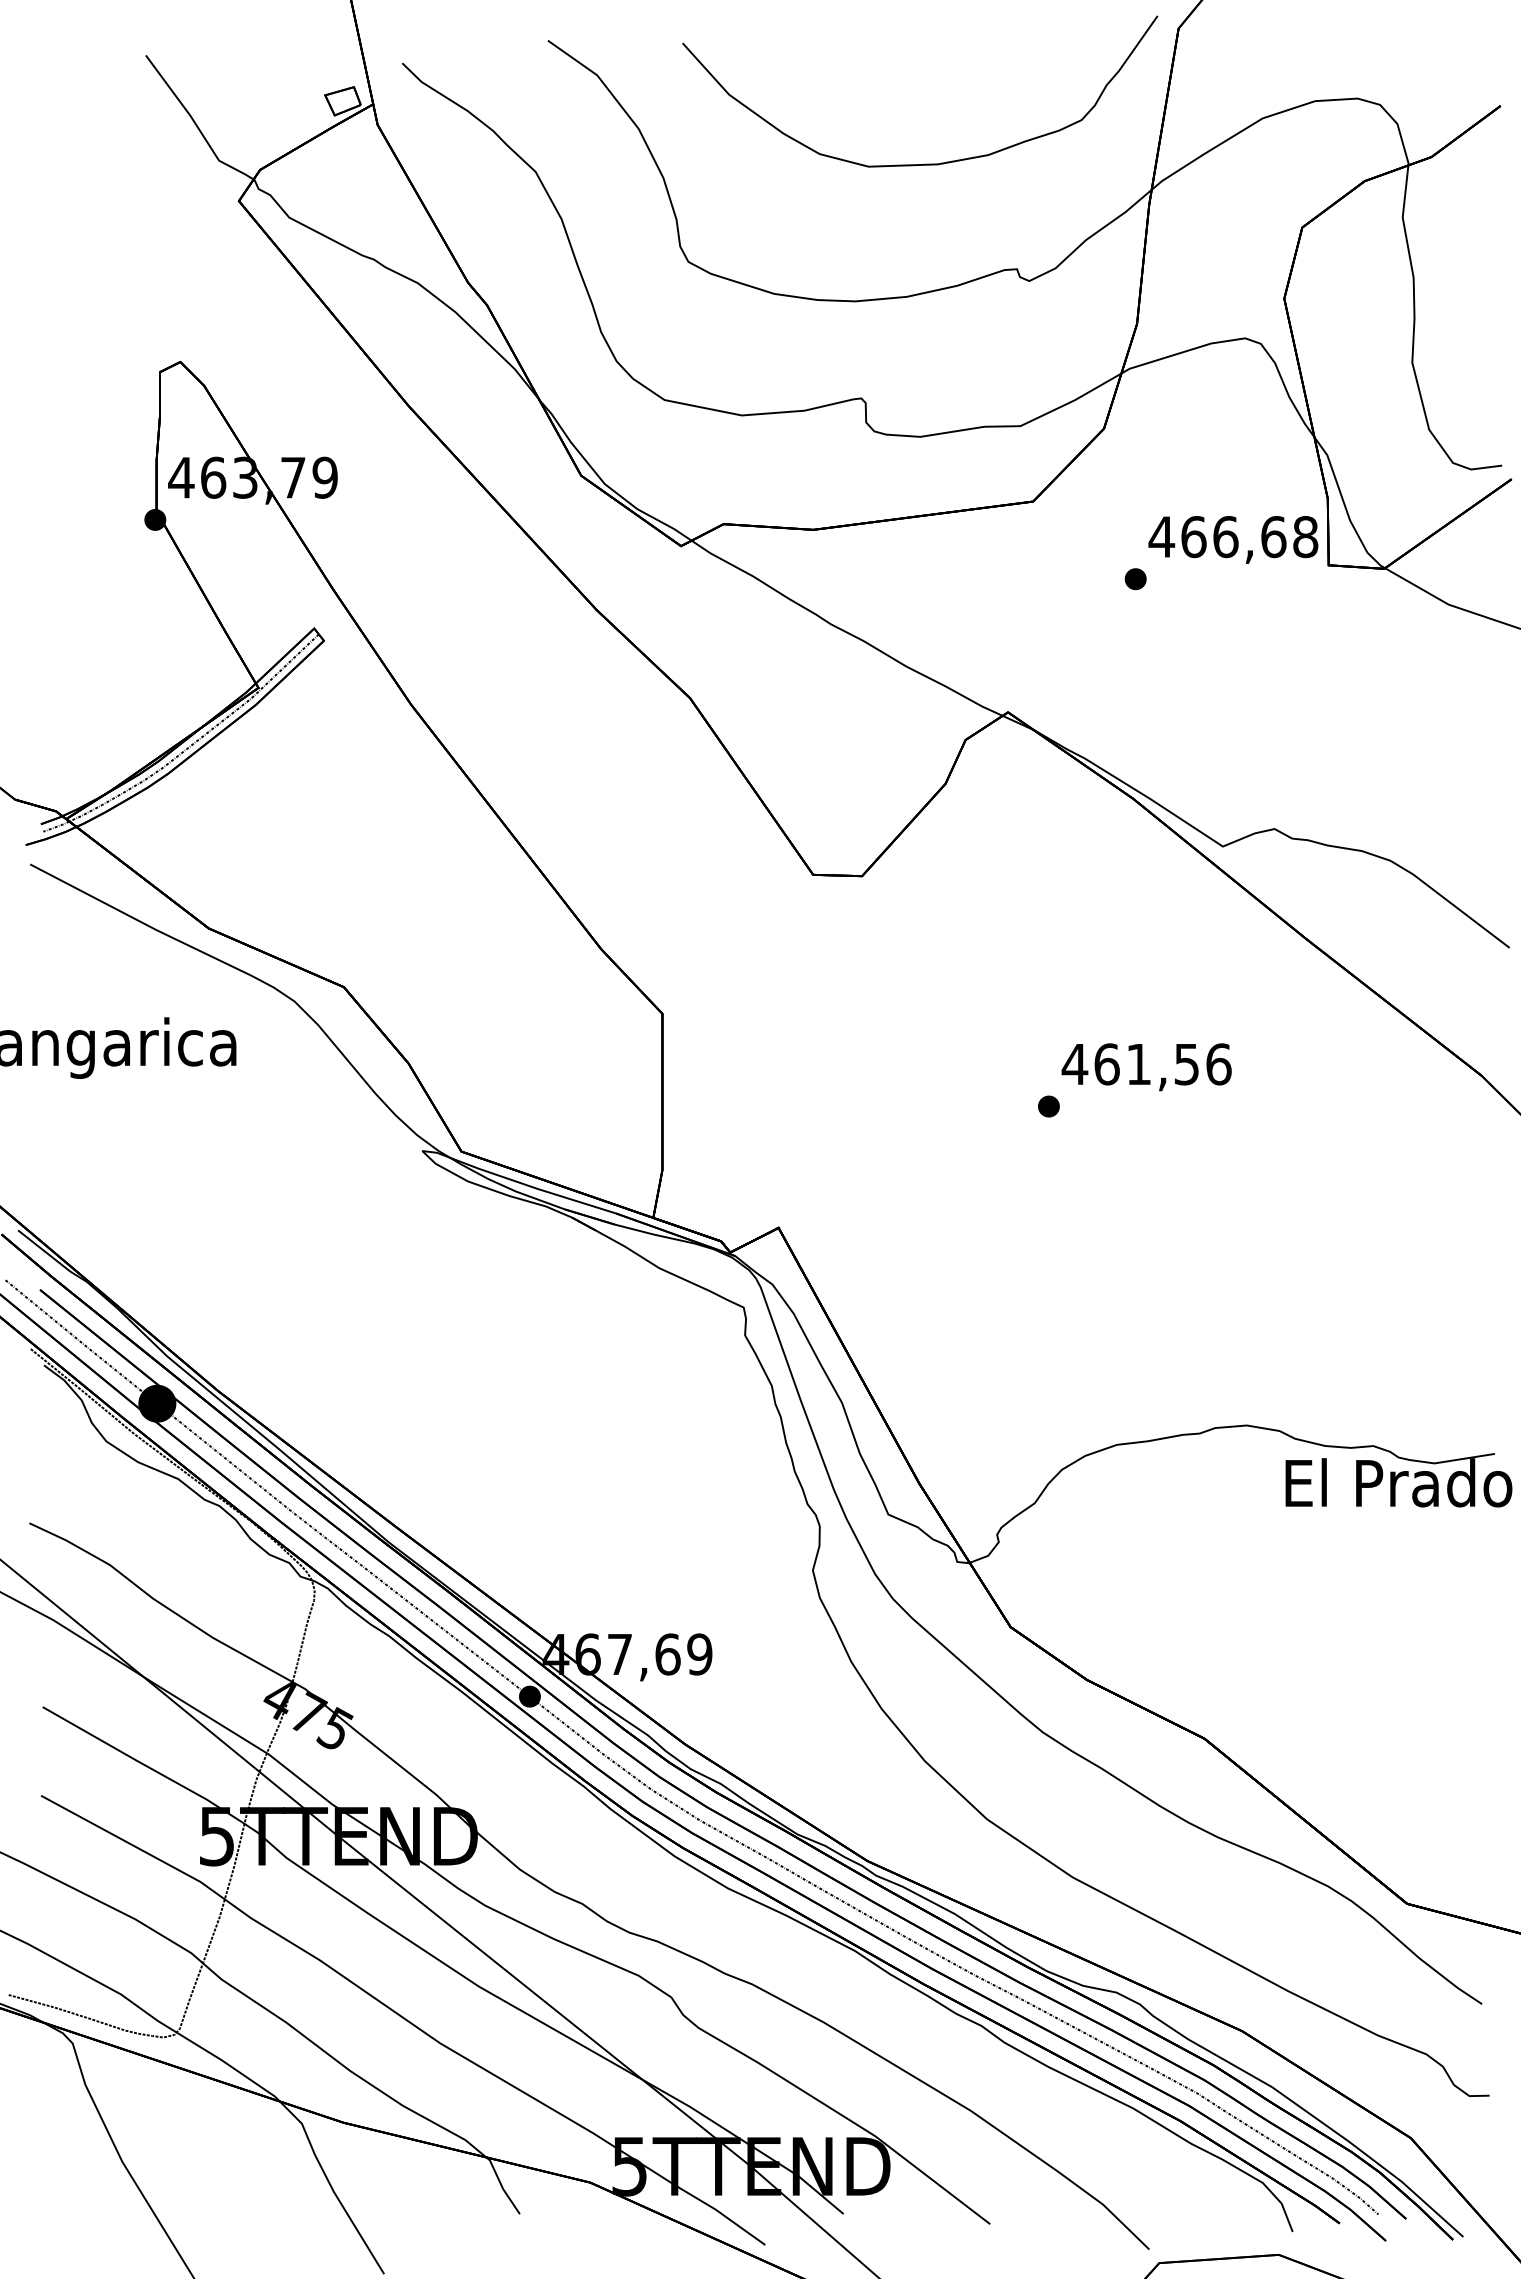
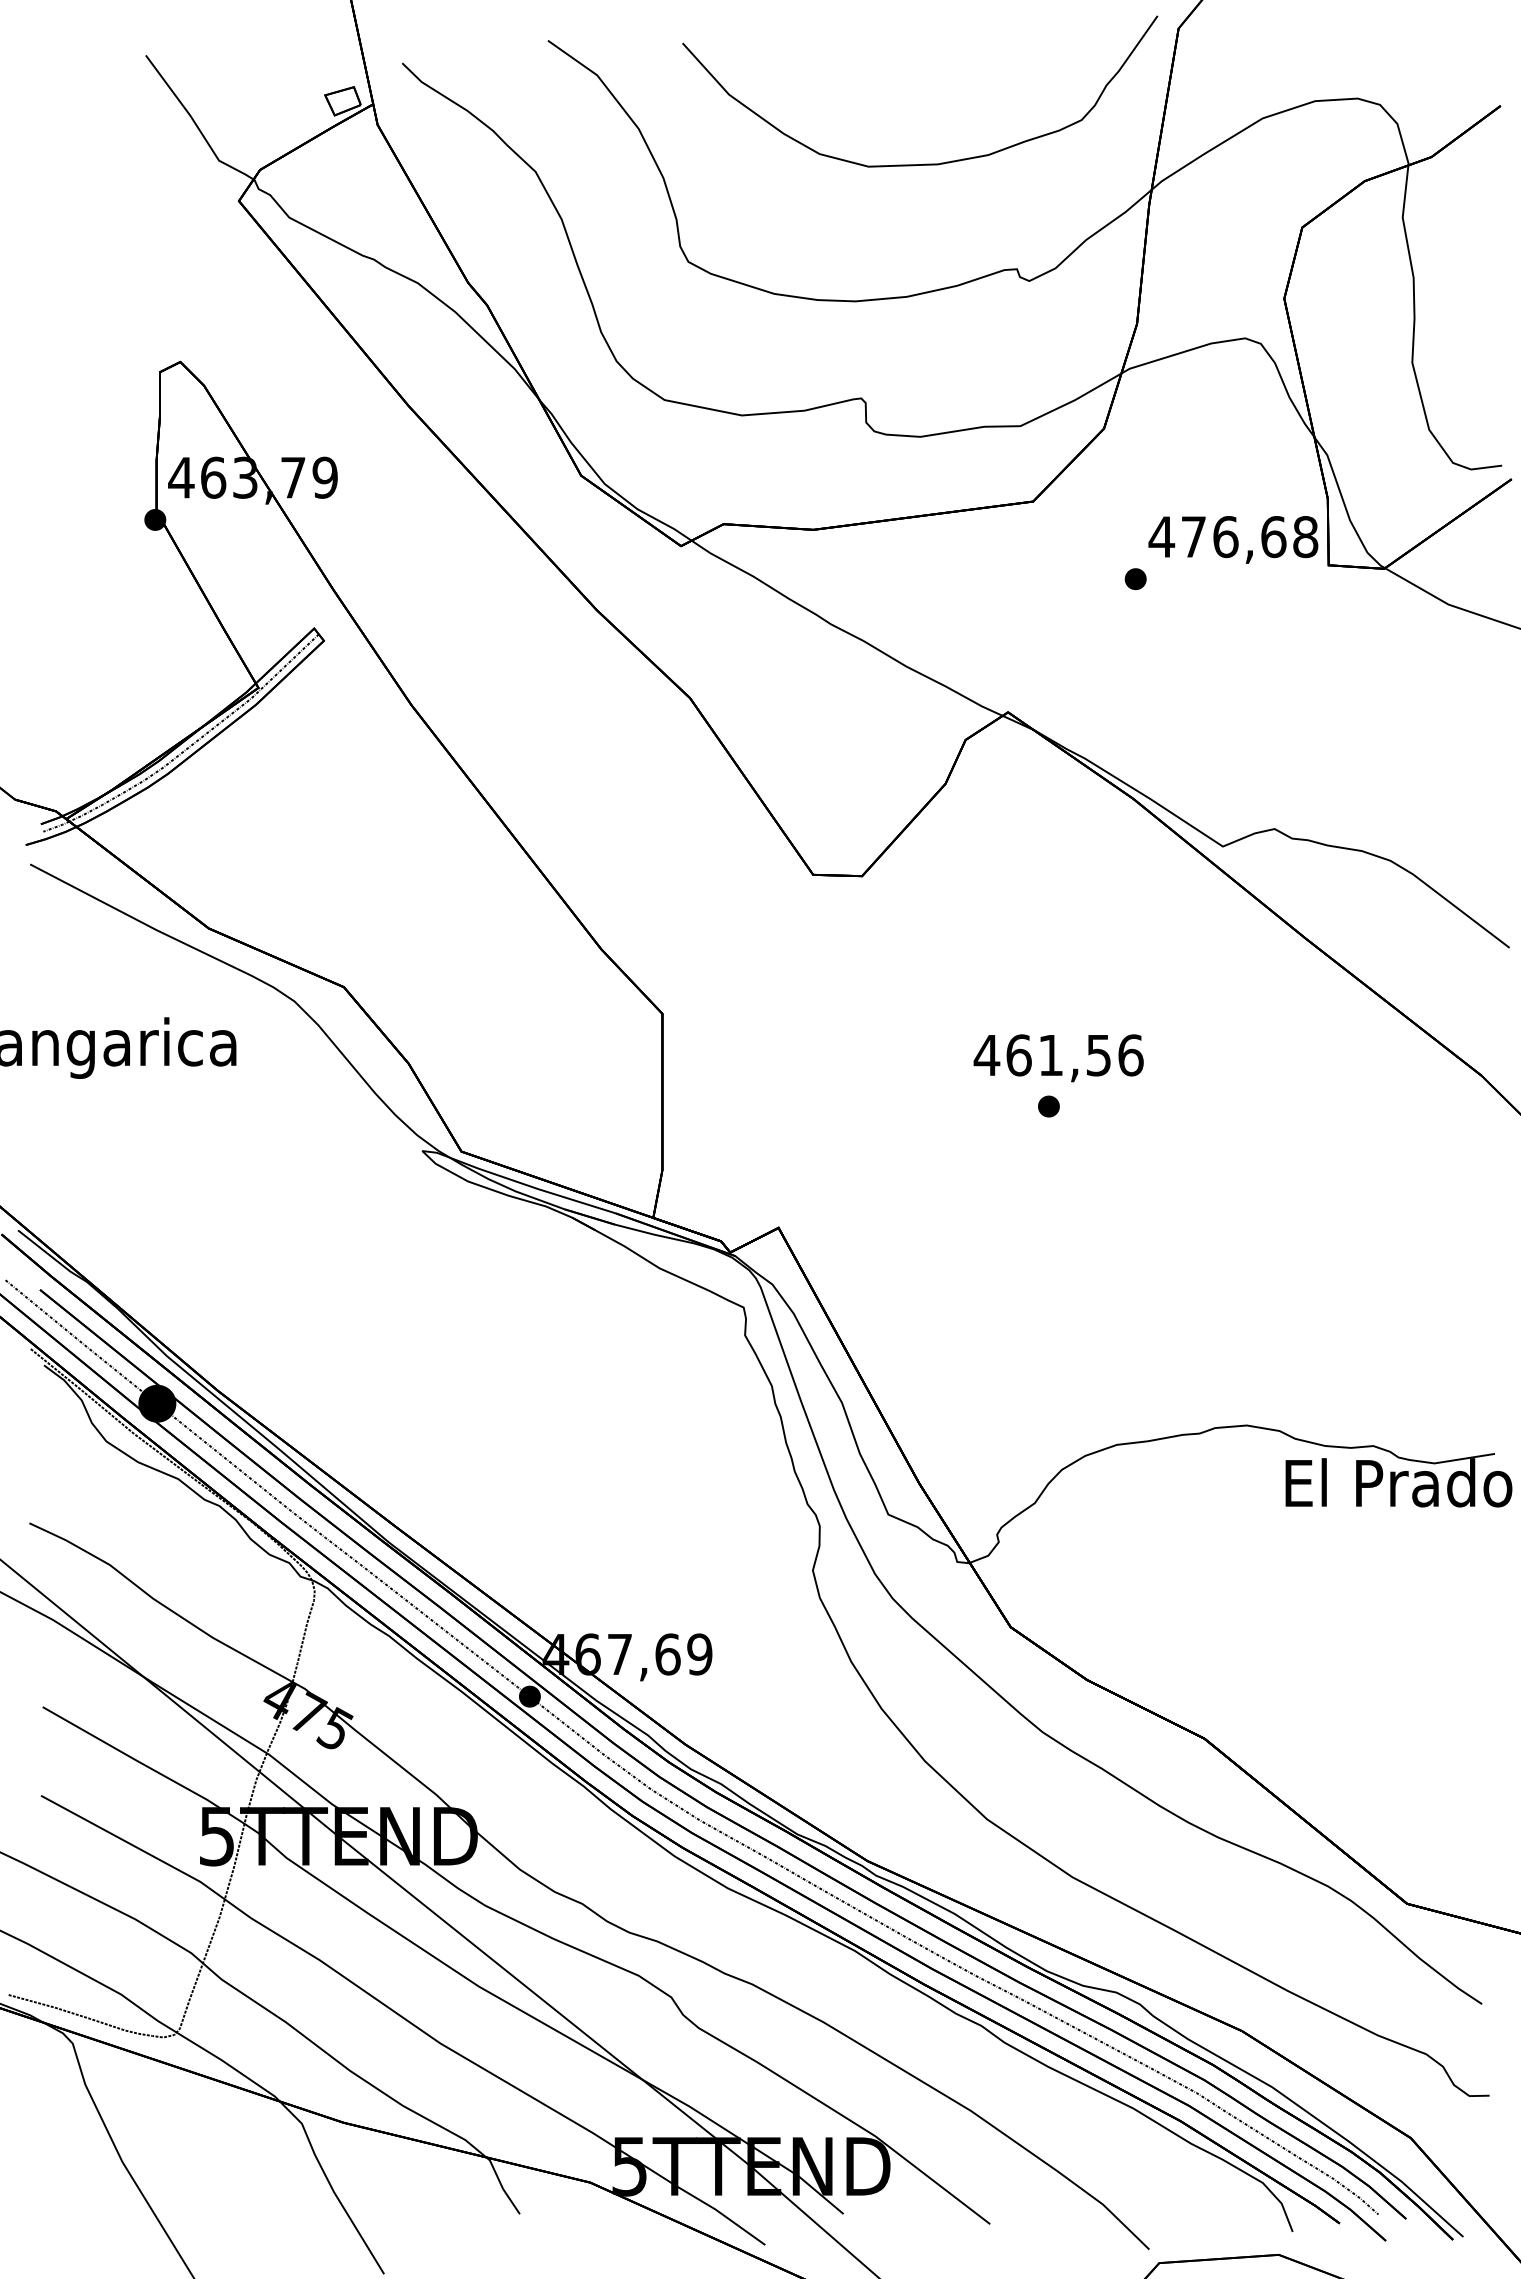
text at (1193, 537): 466,68 -> 476,68
text at (1146, 1067) position: (1146, 1067) -> (1058, 1058)
